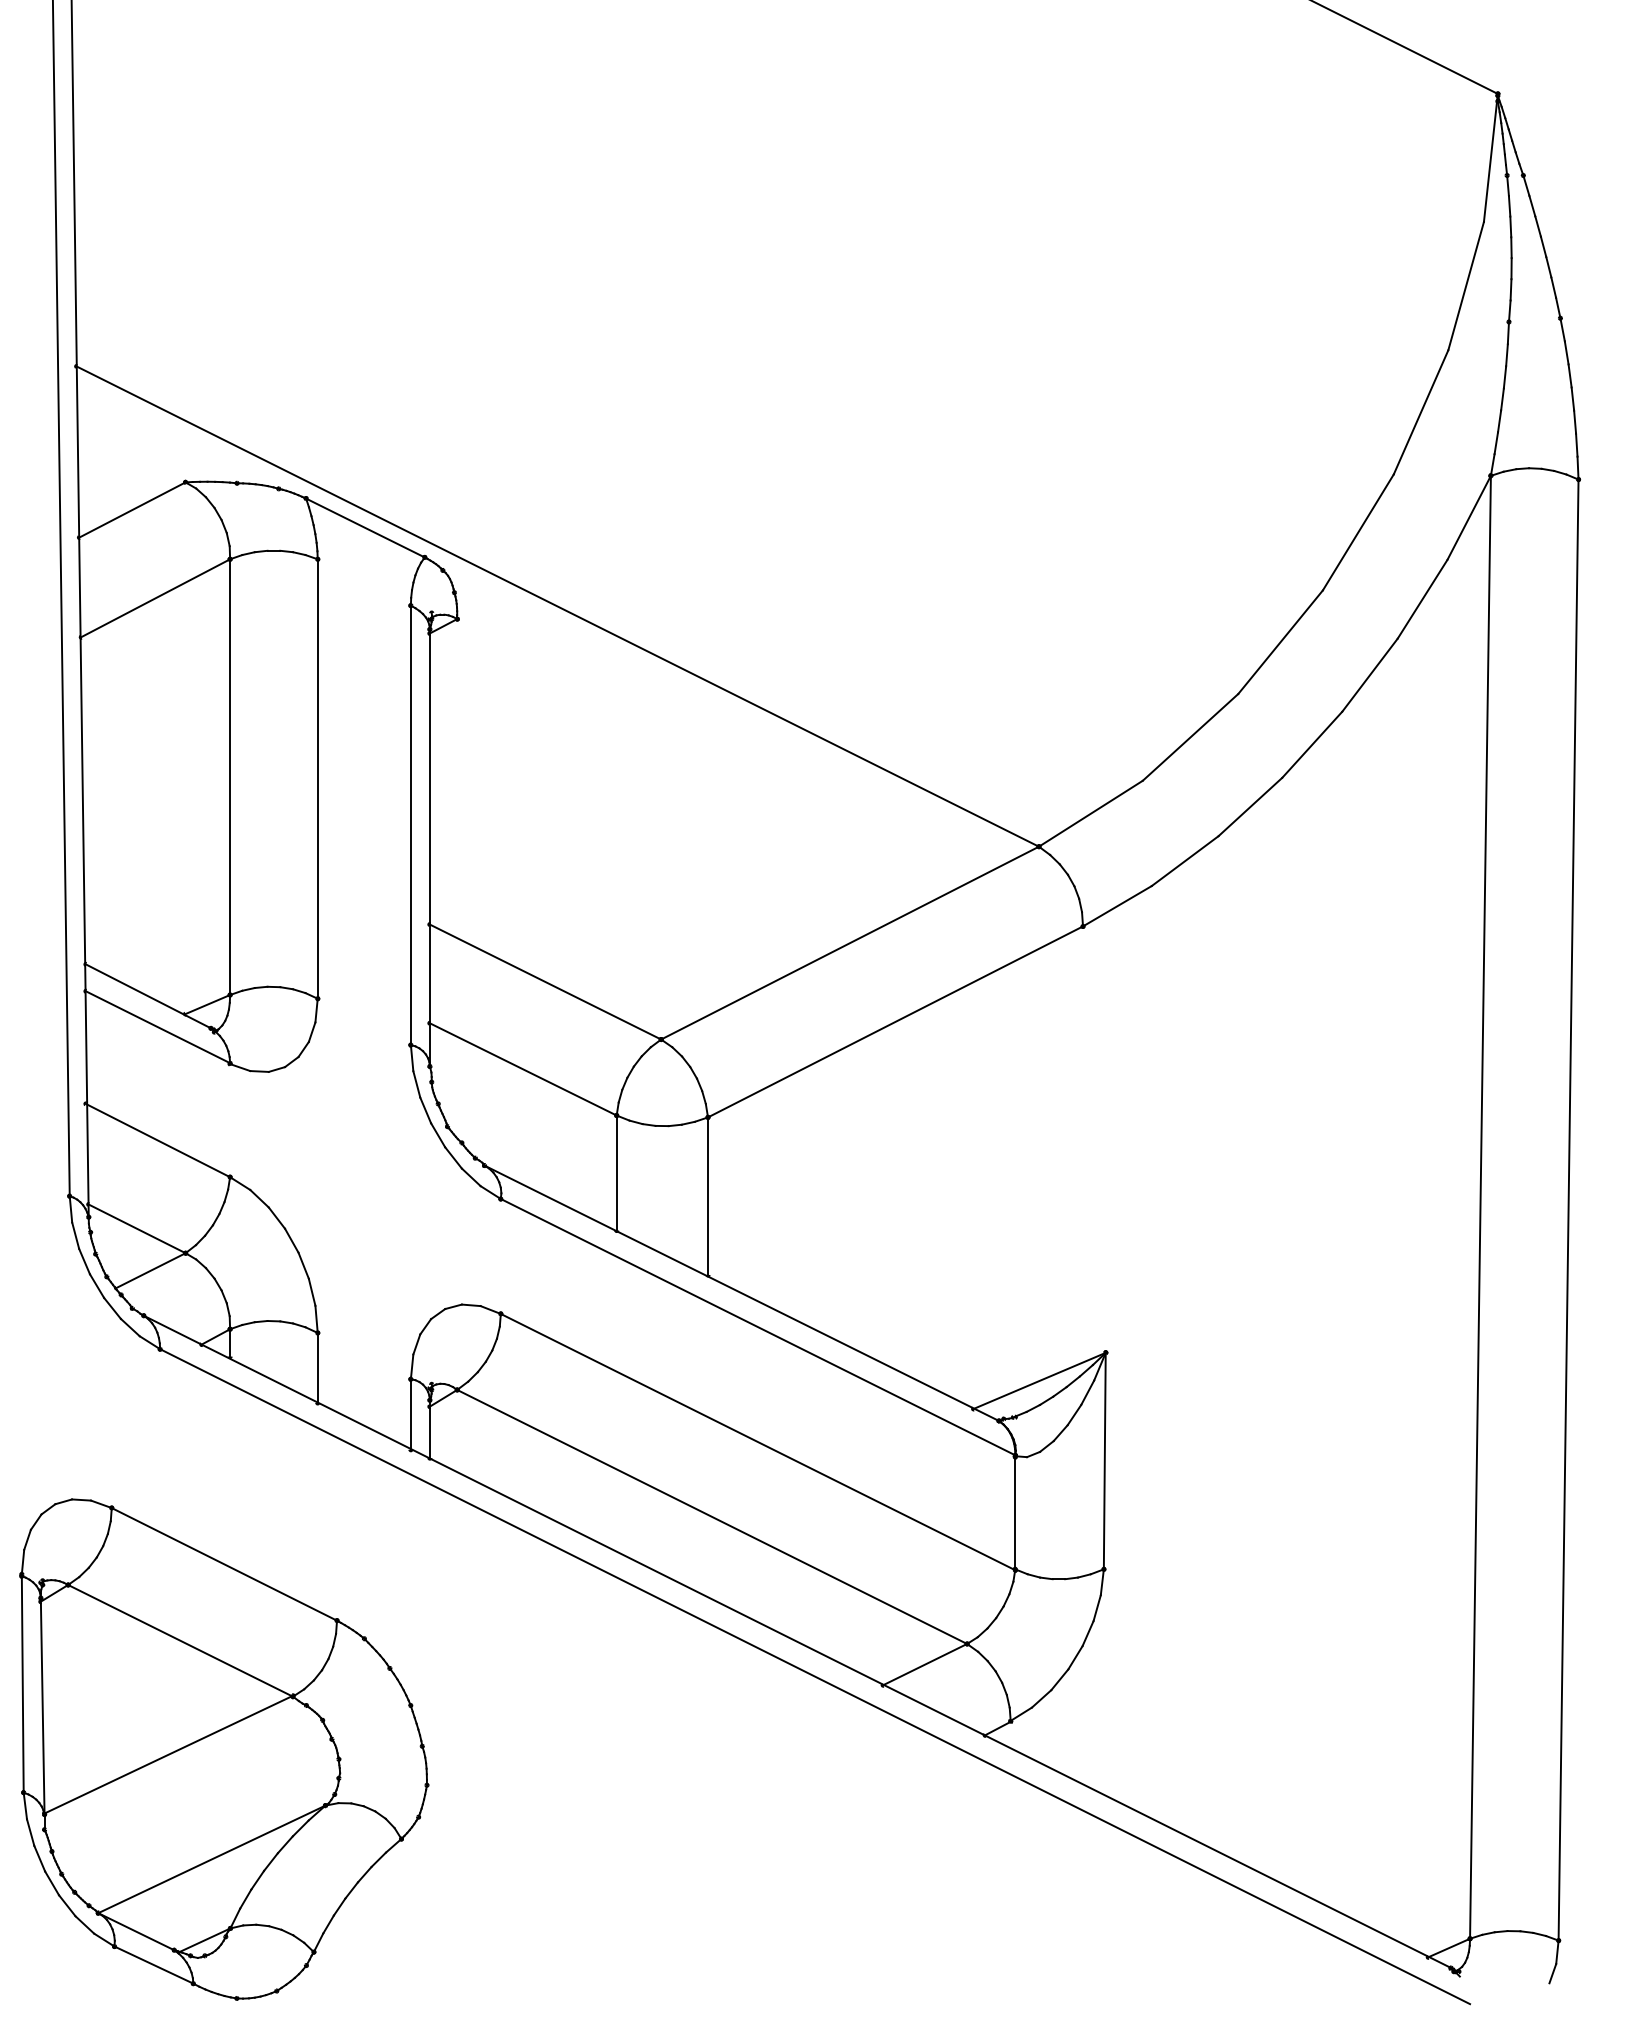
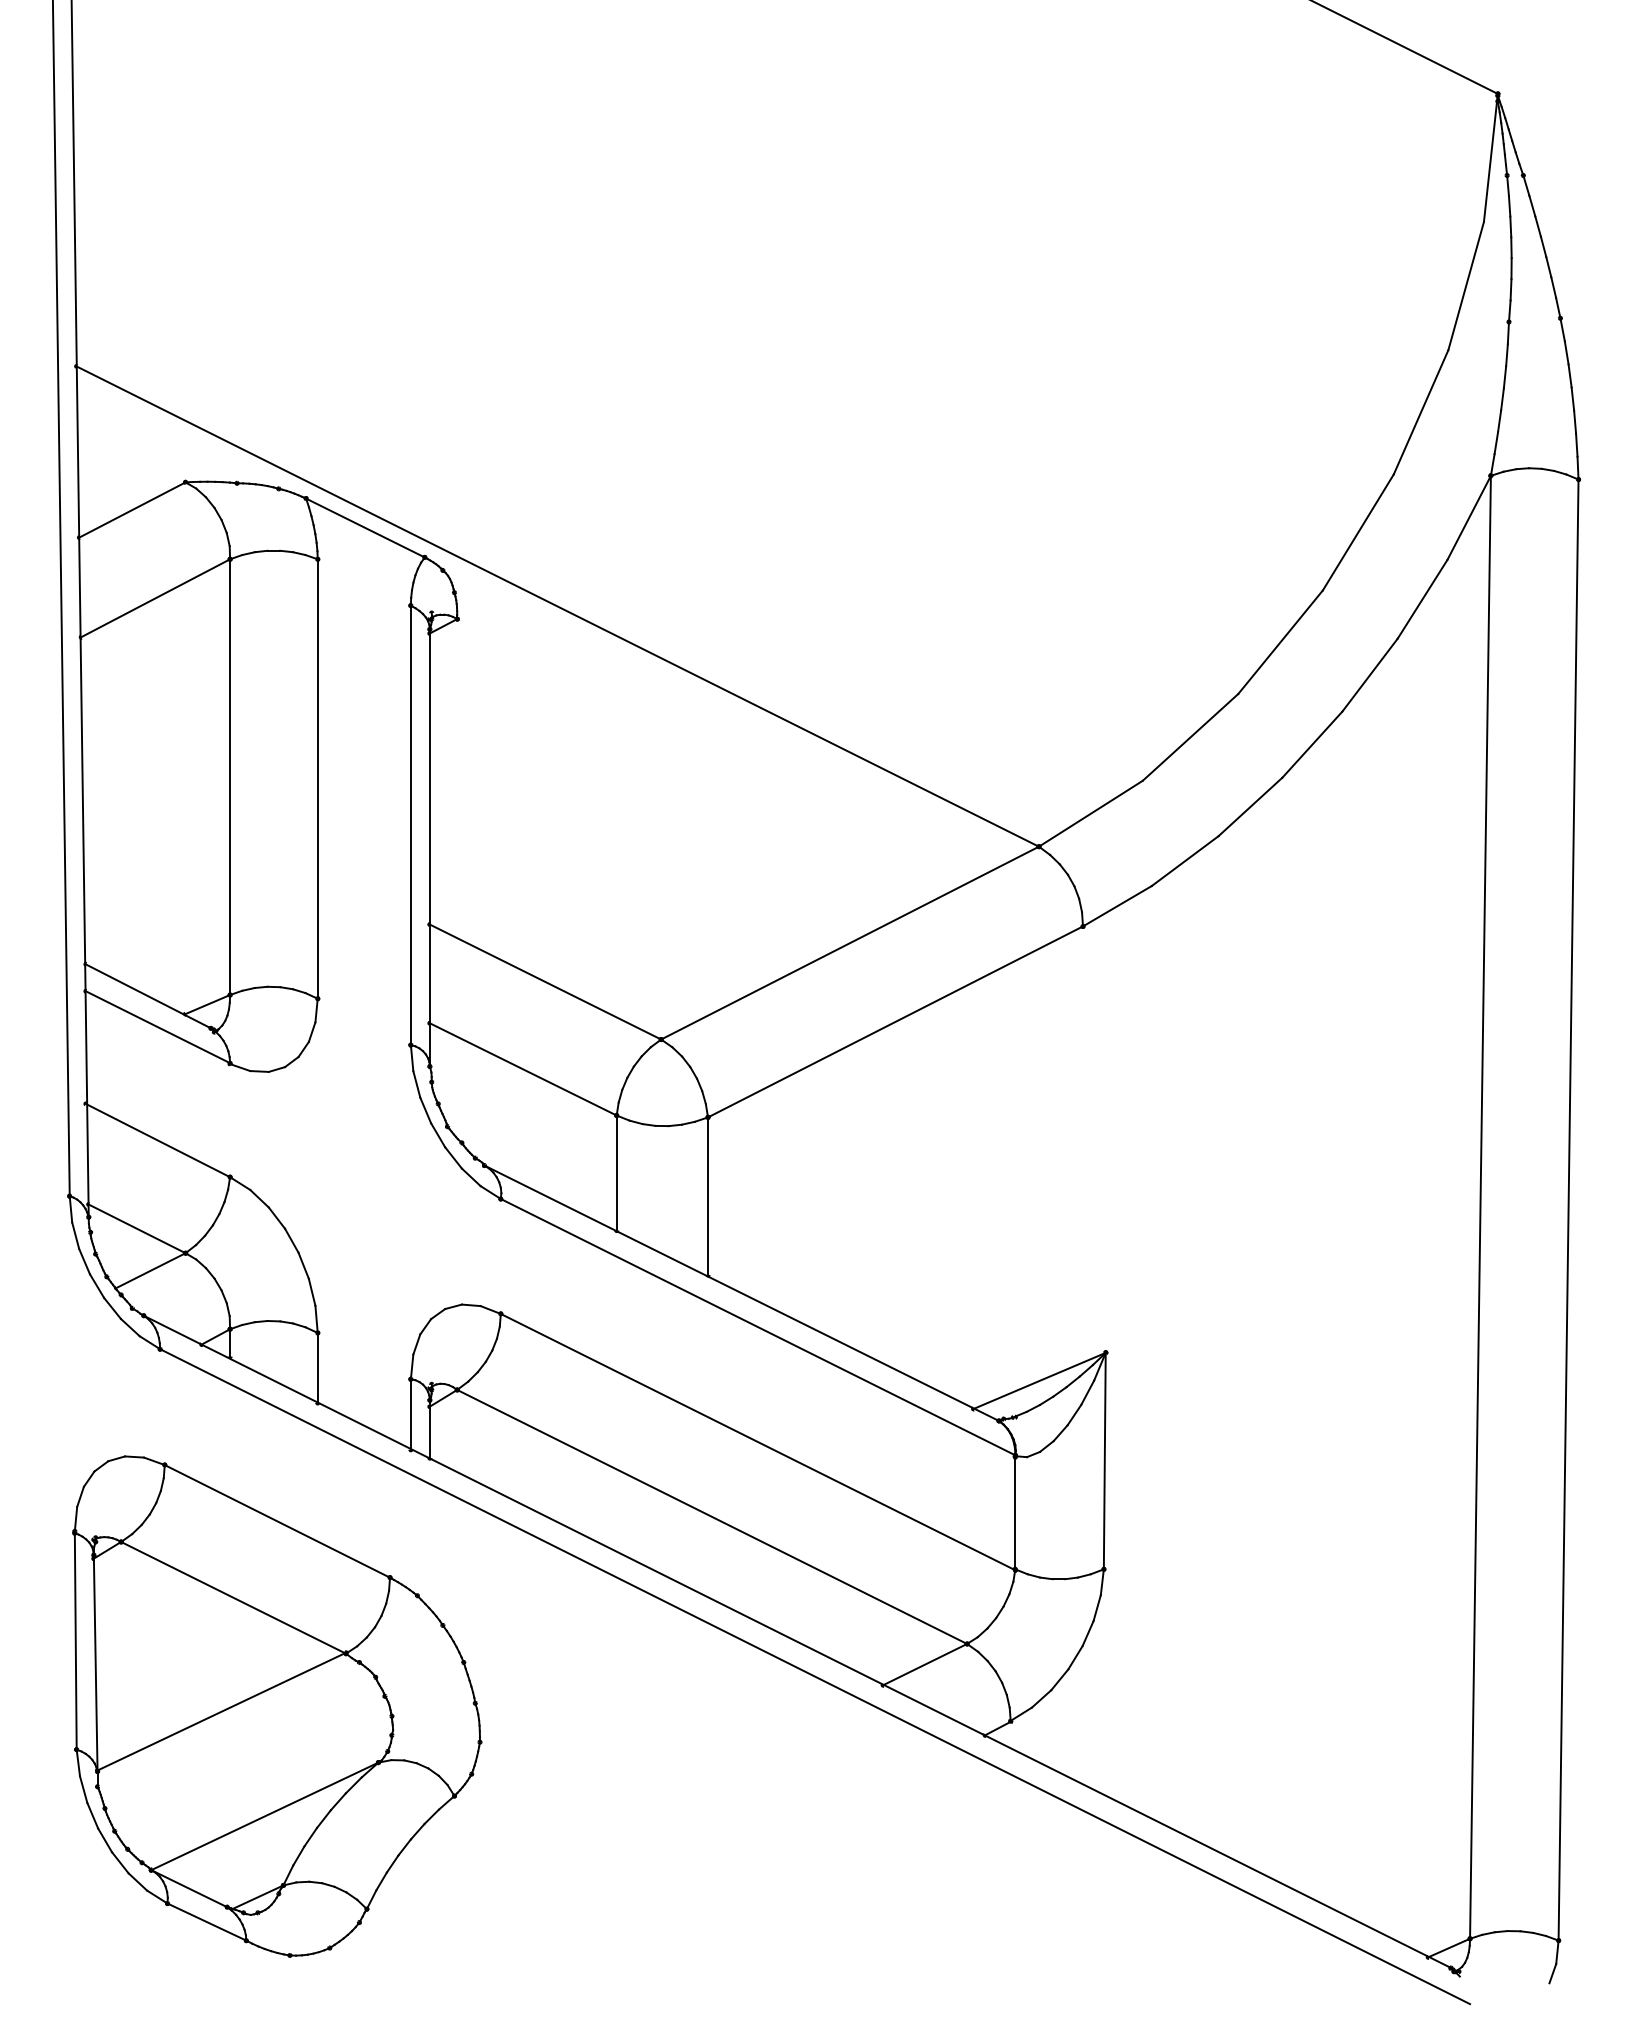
part at (224, 1749) position: (224, 1749) -> (277, 1706)
